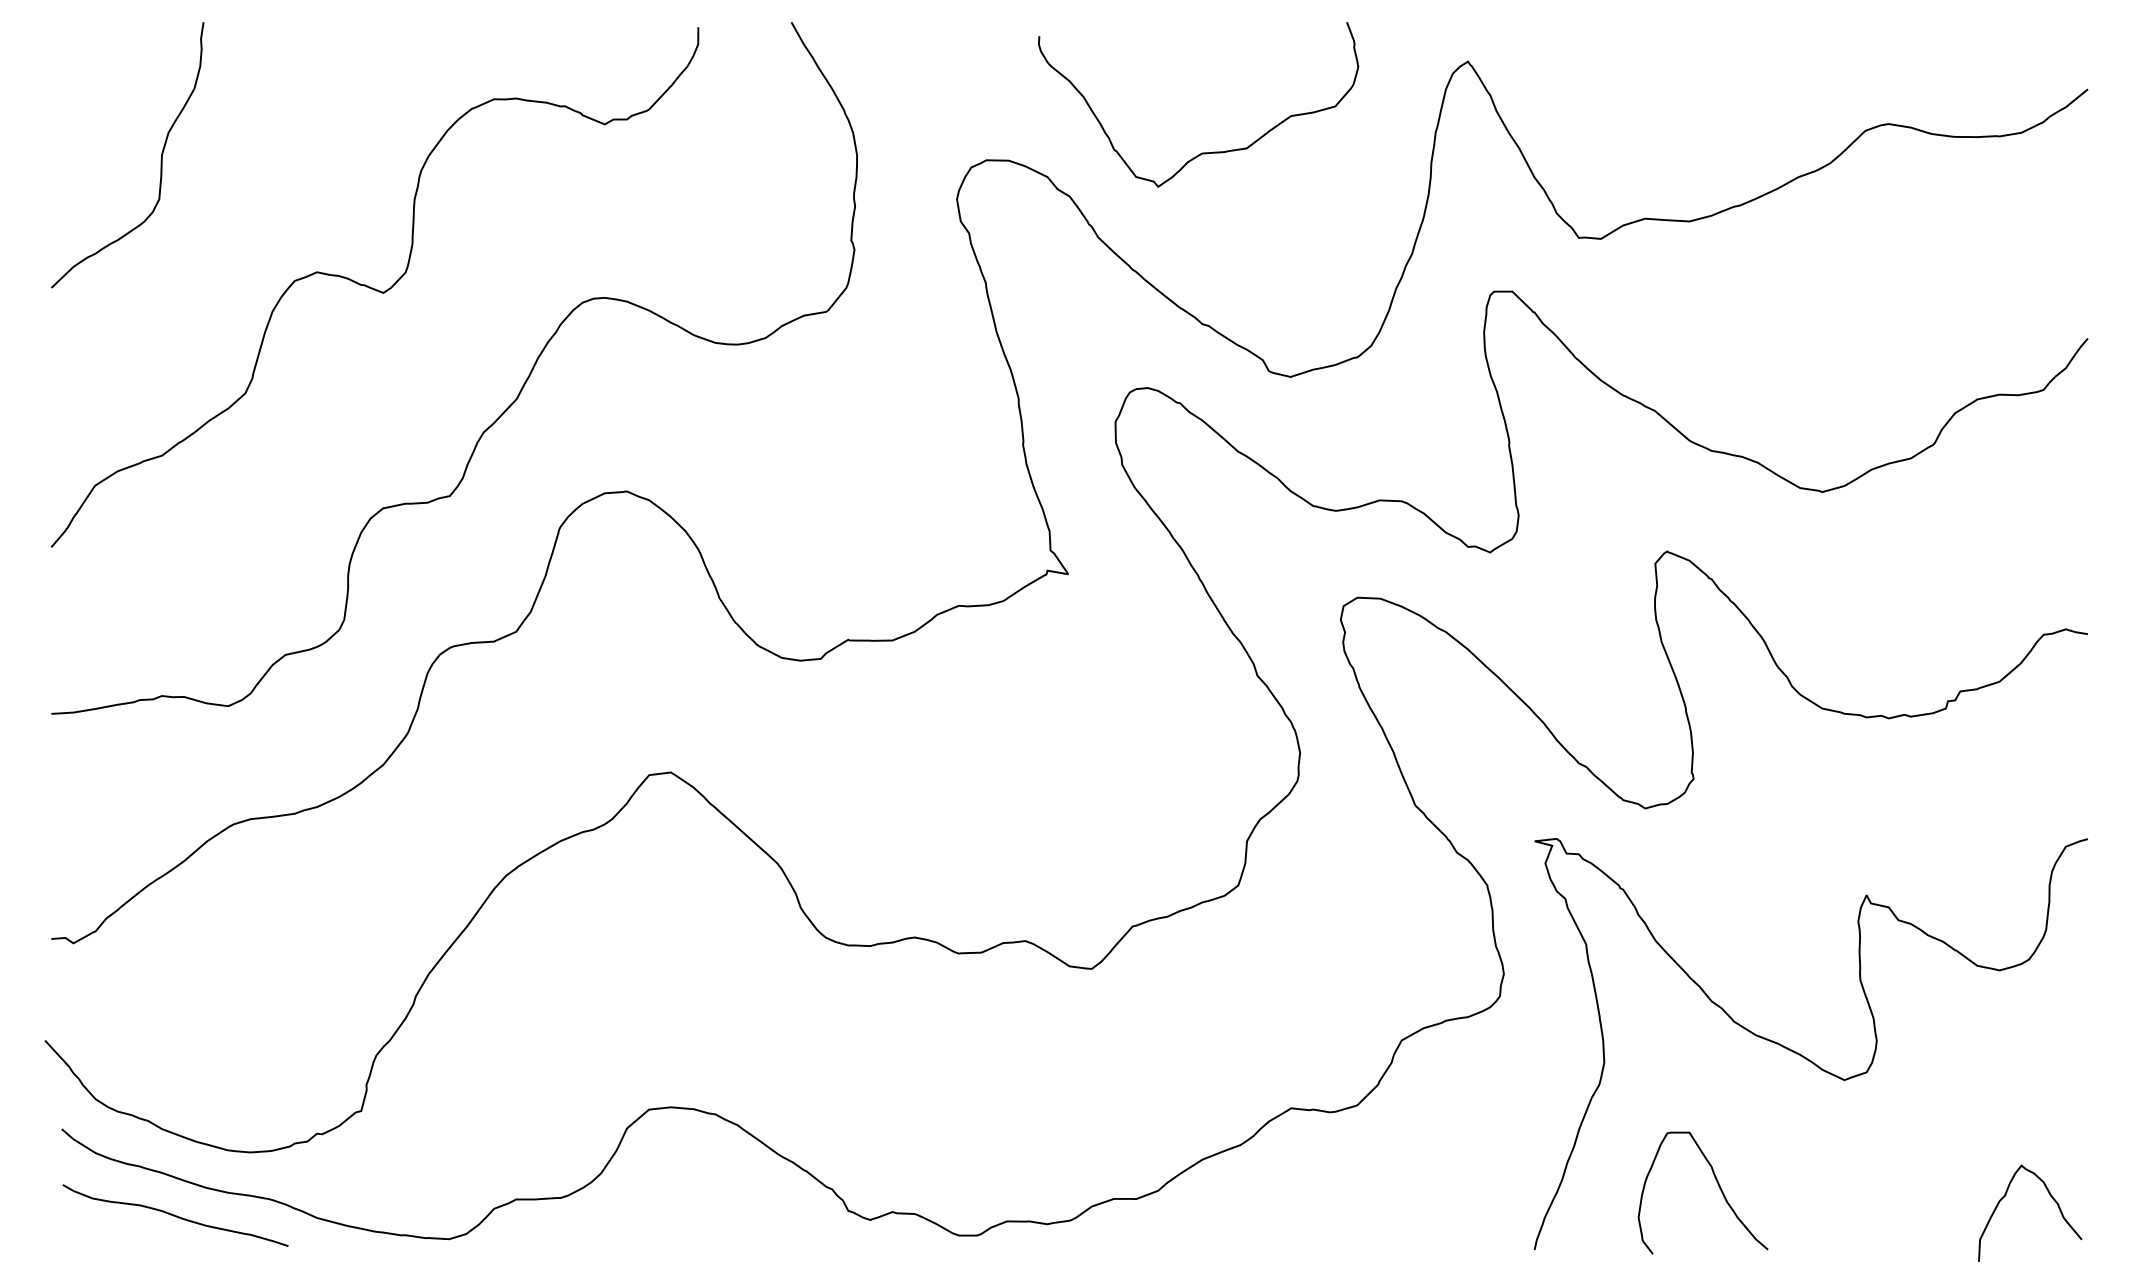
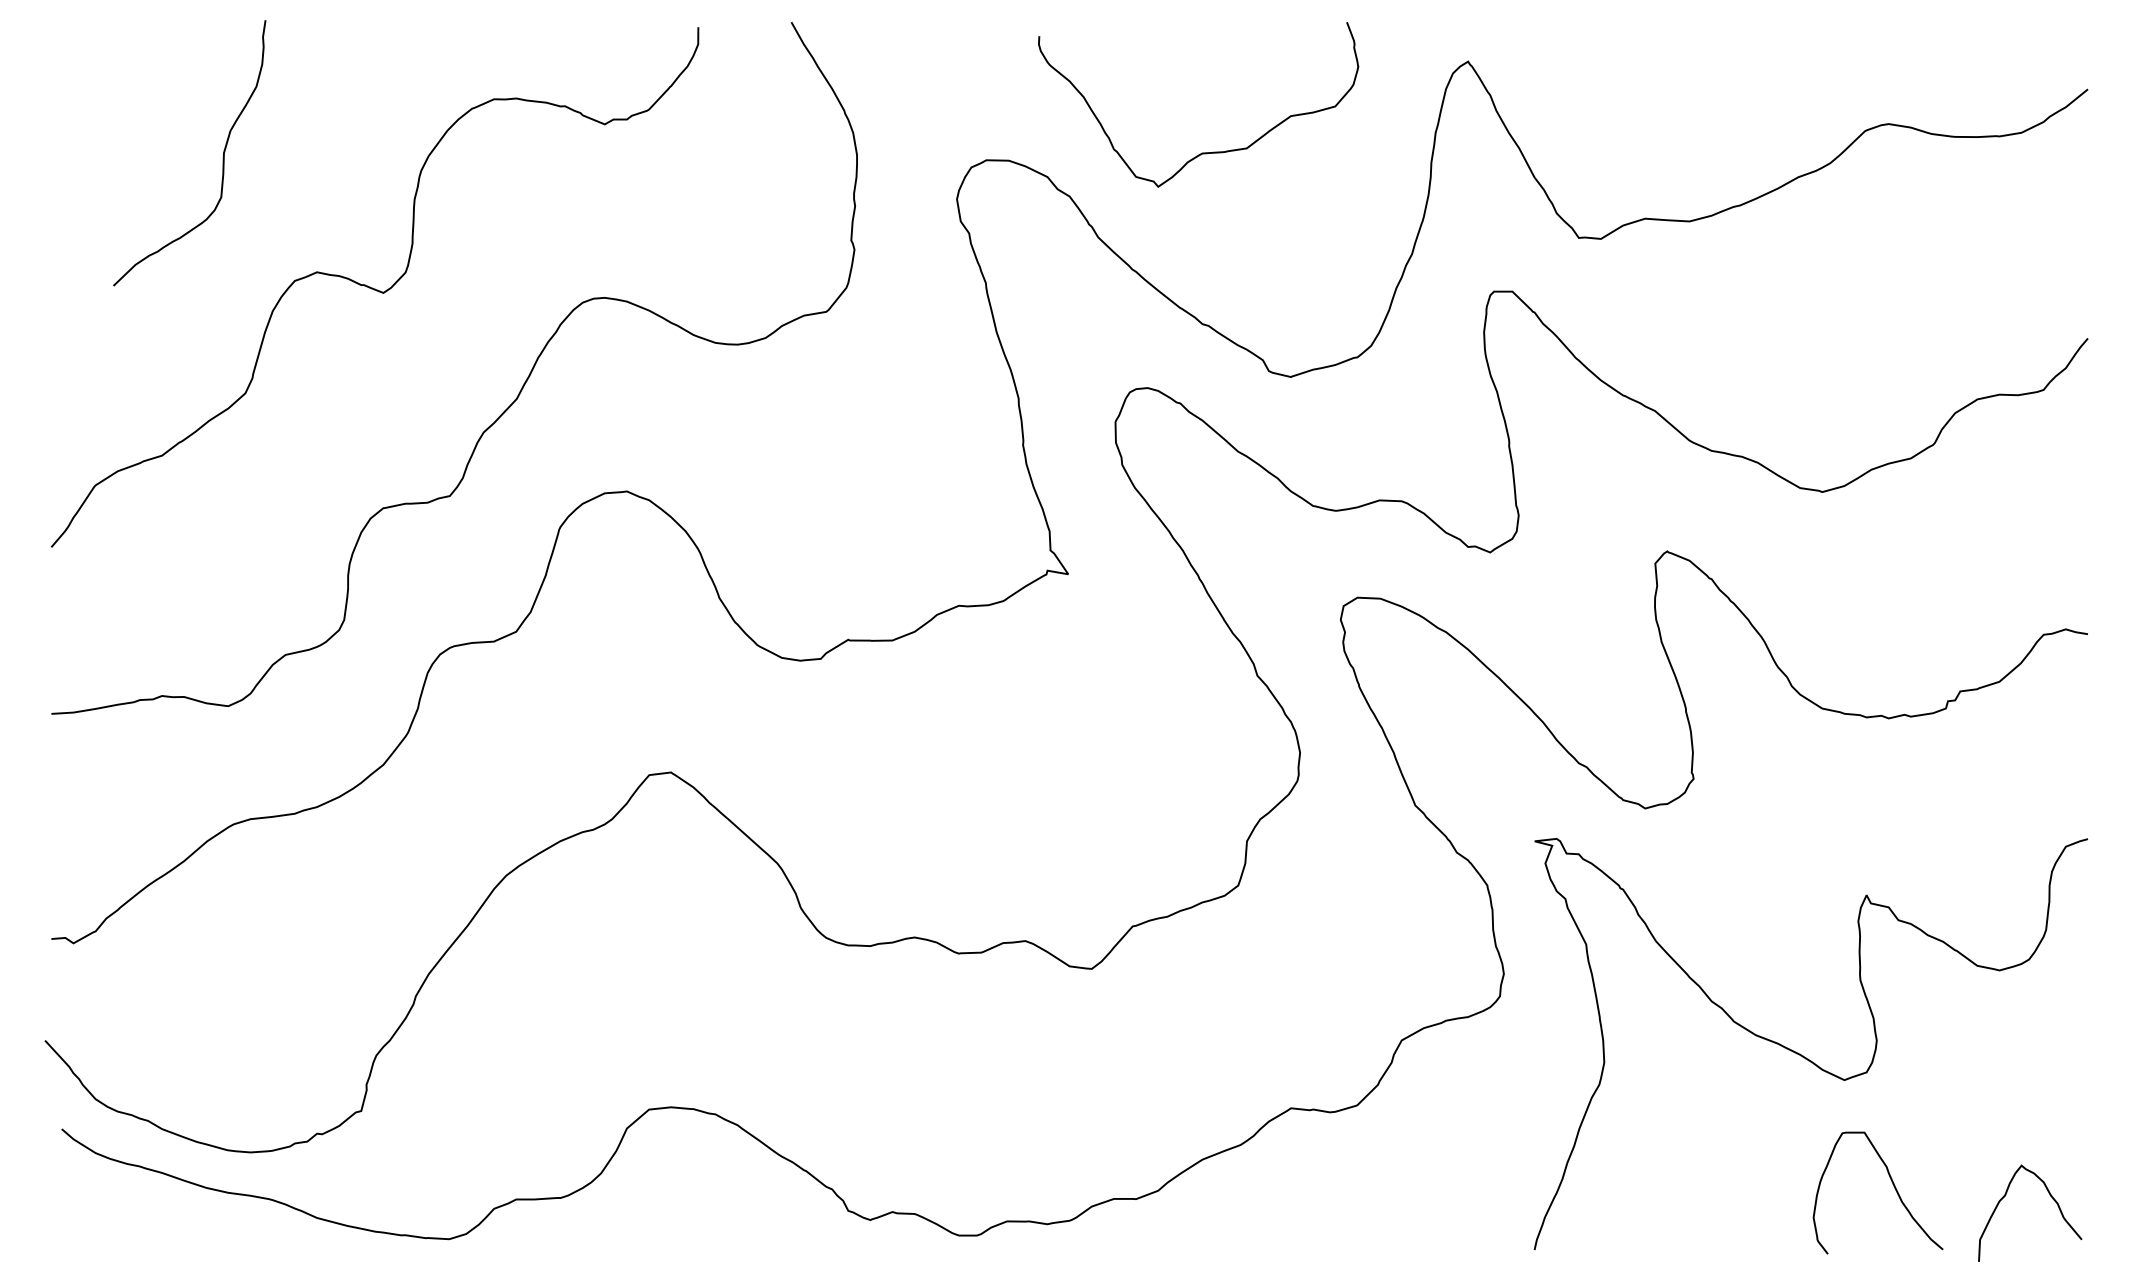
curve at (160, 159) position: (160, 159) -> (222, 157)
curve at (1717, 1184) position: (1717, 1184) -> (1892, 1184)
curve at (175, 1215): present -> none
